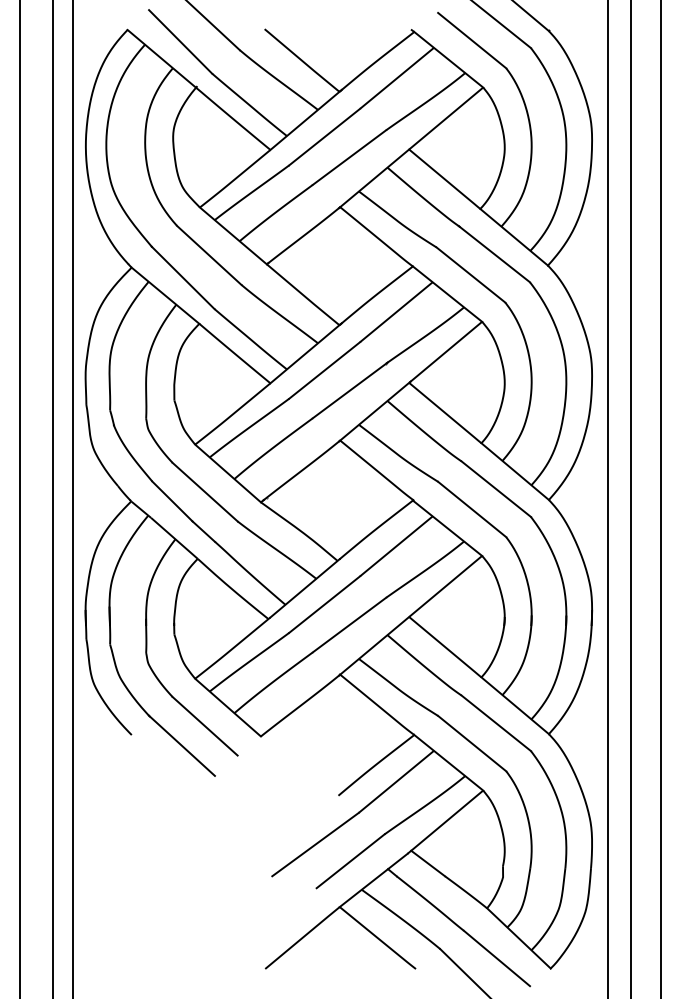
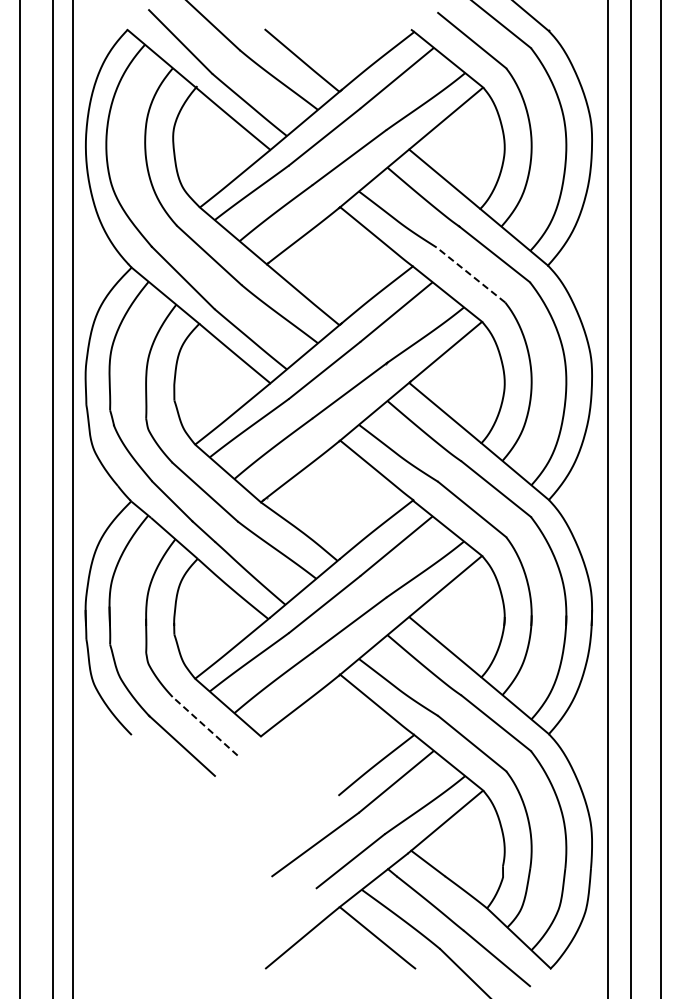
line at (470, 275): solid -> dashed
line at (205, 726): solid -> dashed
